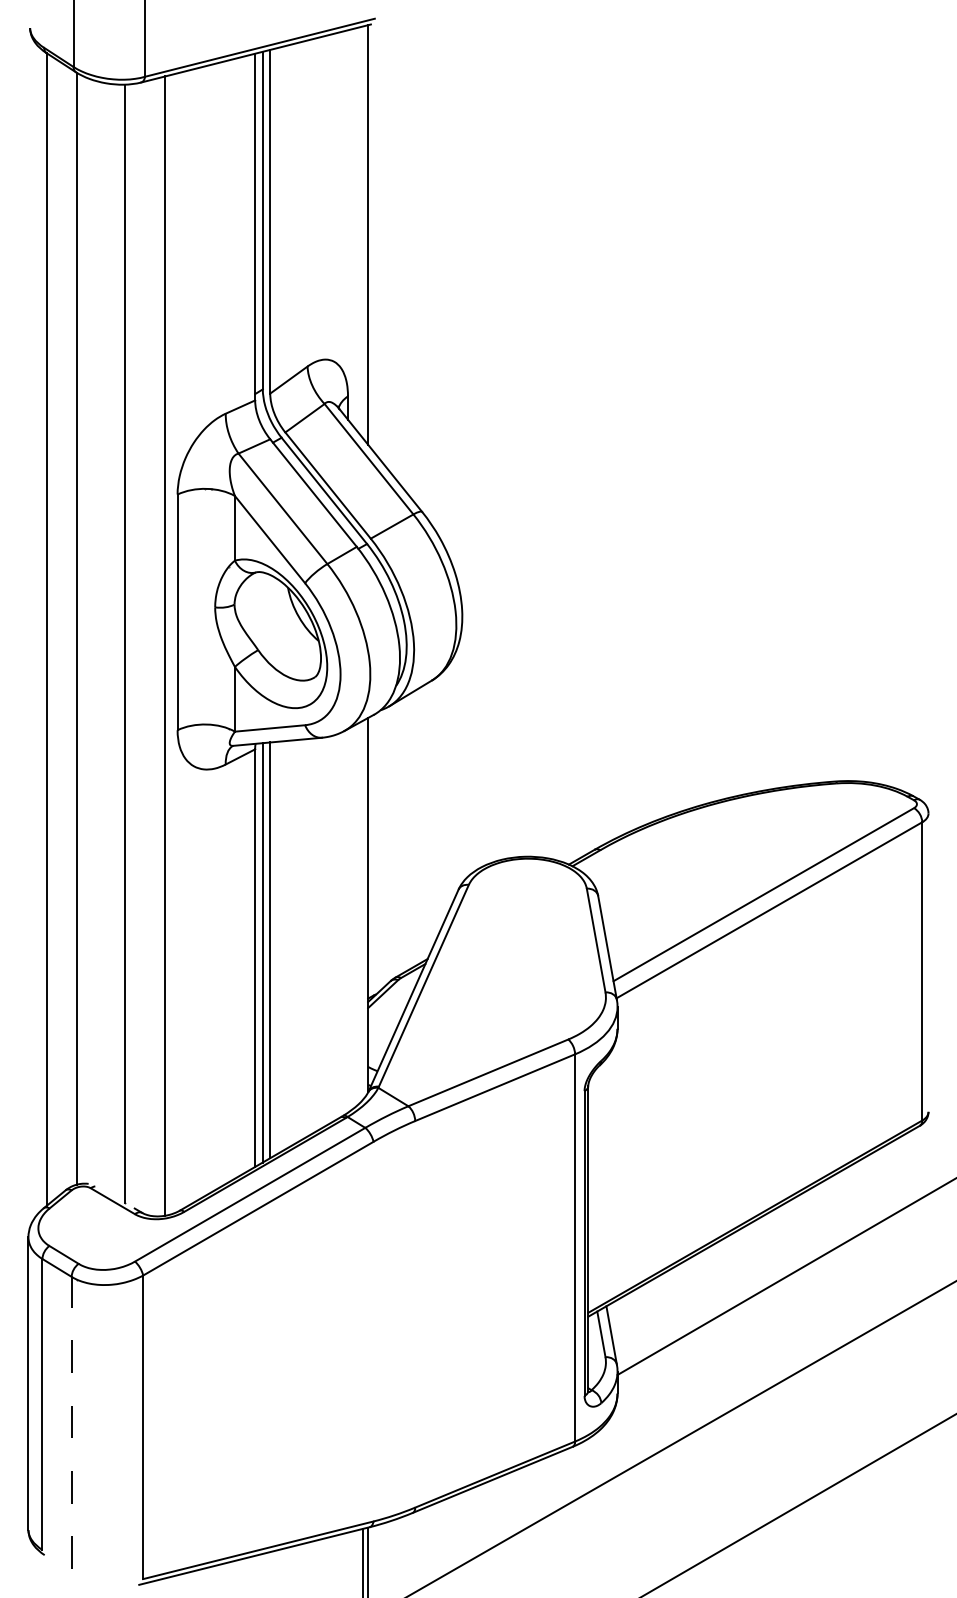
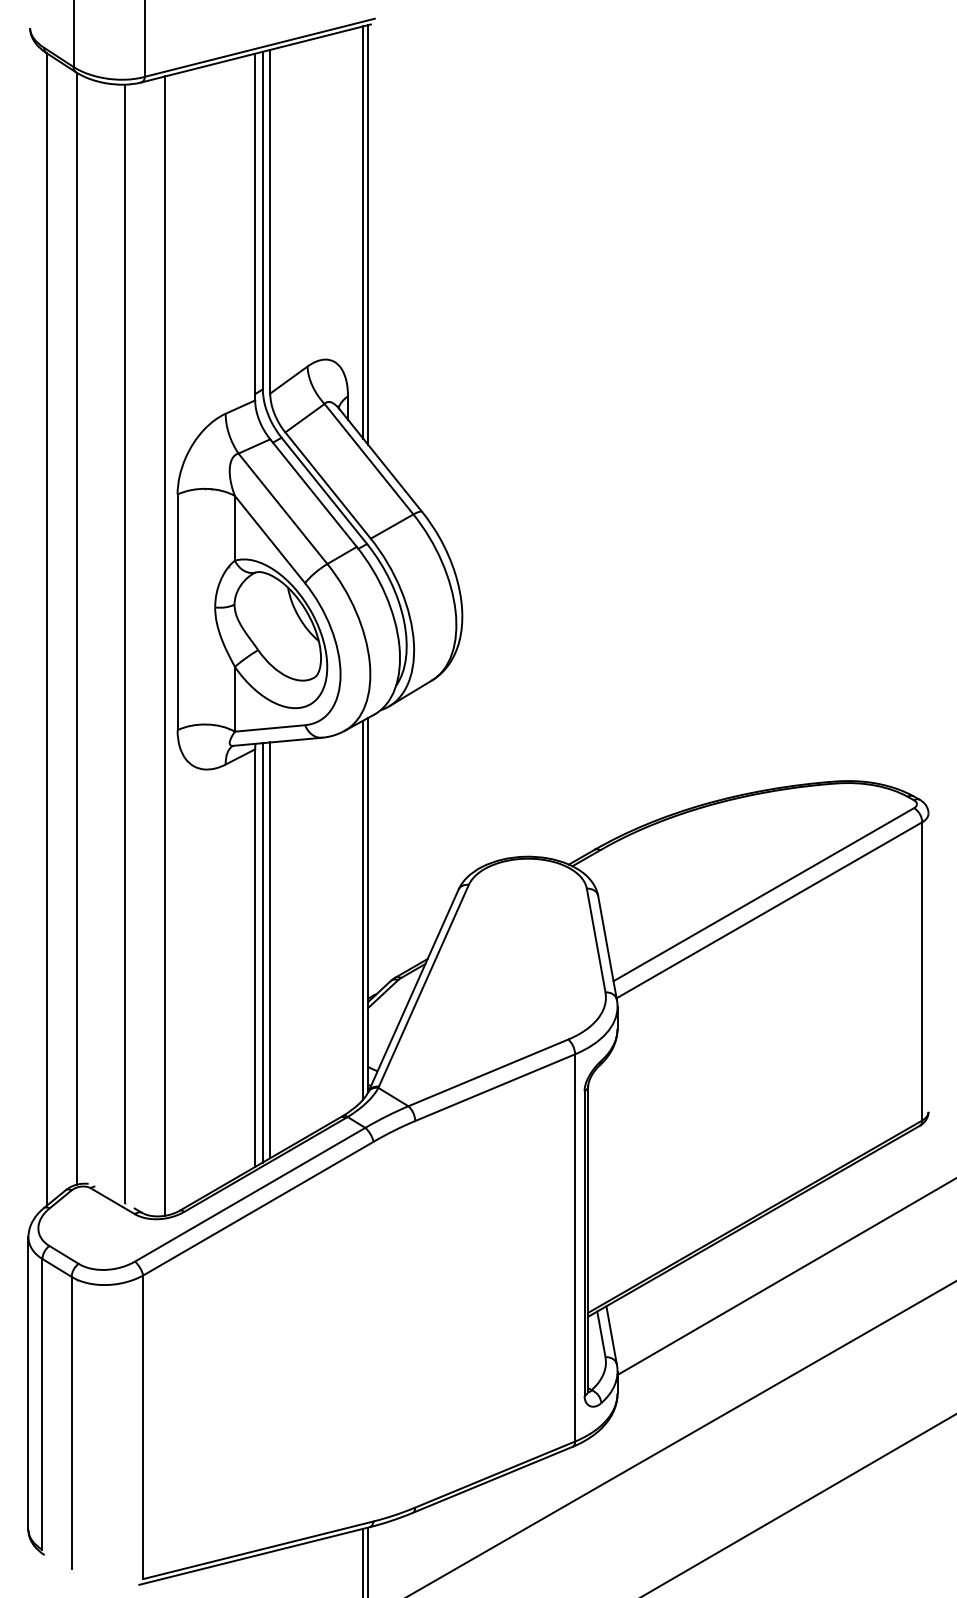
line at (363, 232): none -> present
line at (363, 909): none -> present
line at (71, 1422): dashed -> solid
